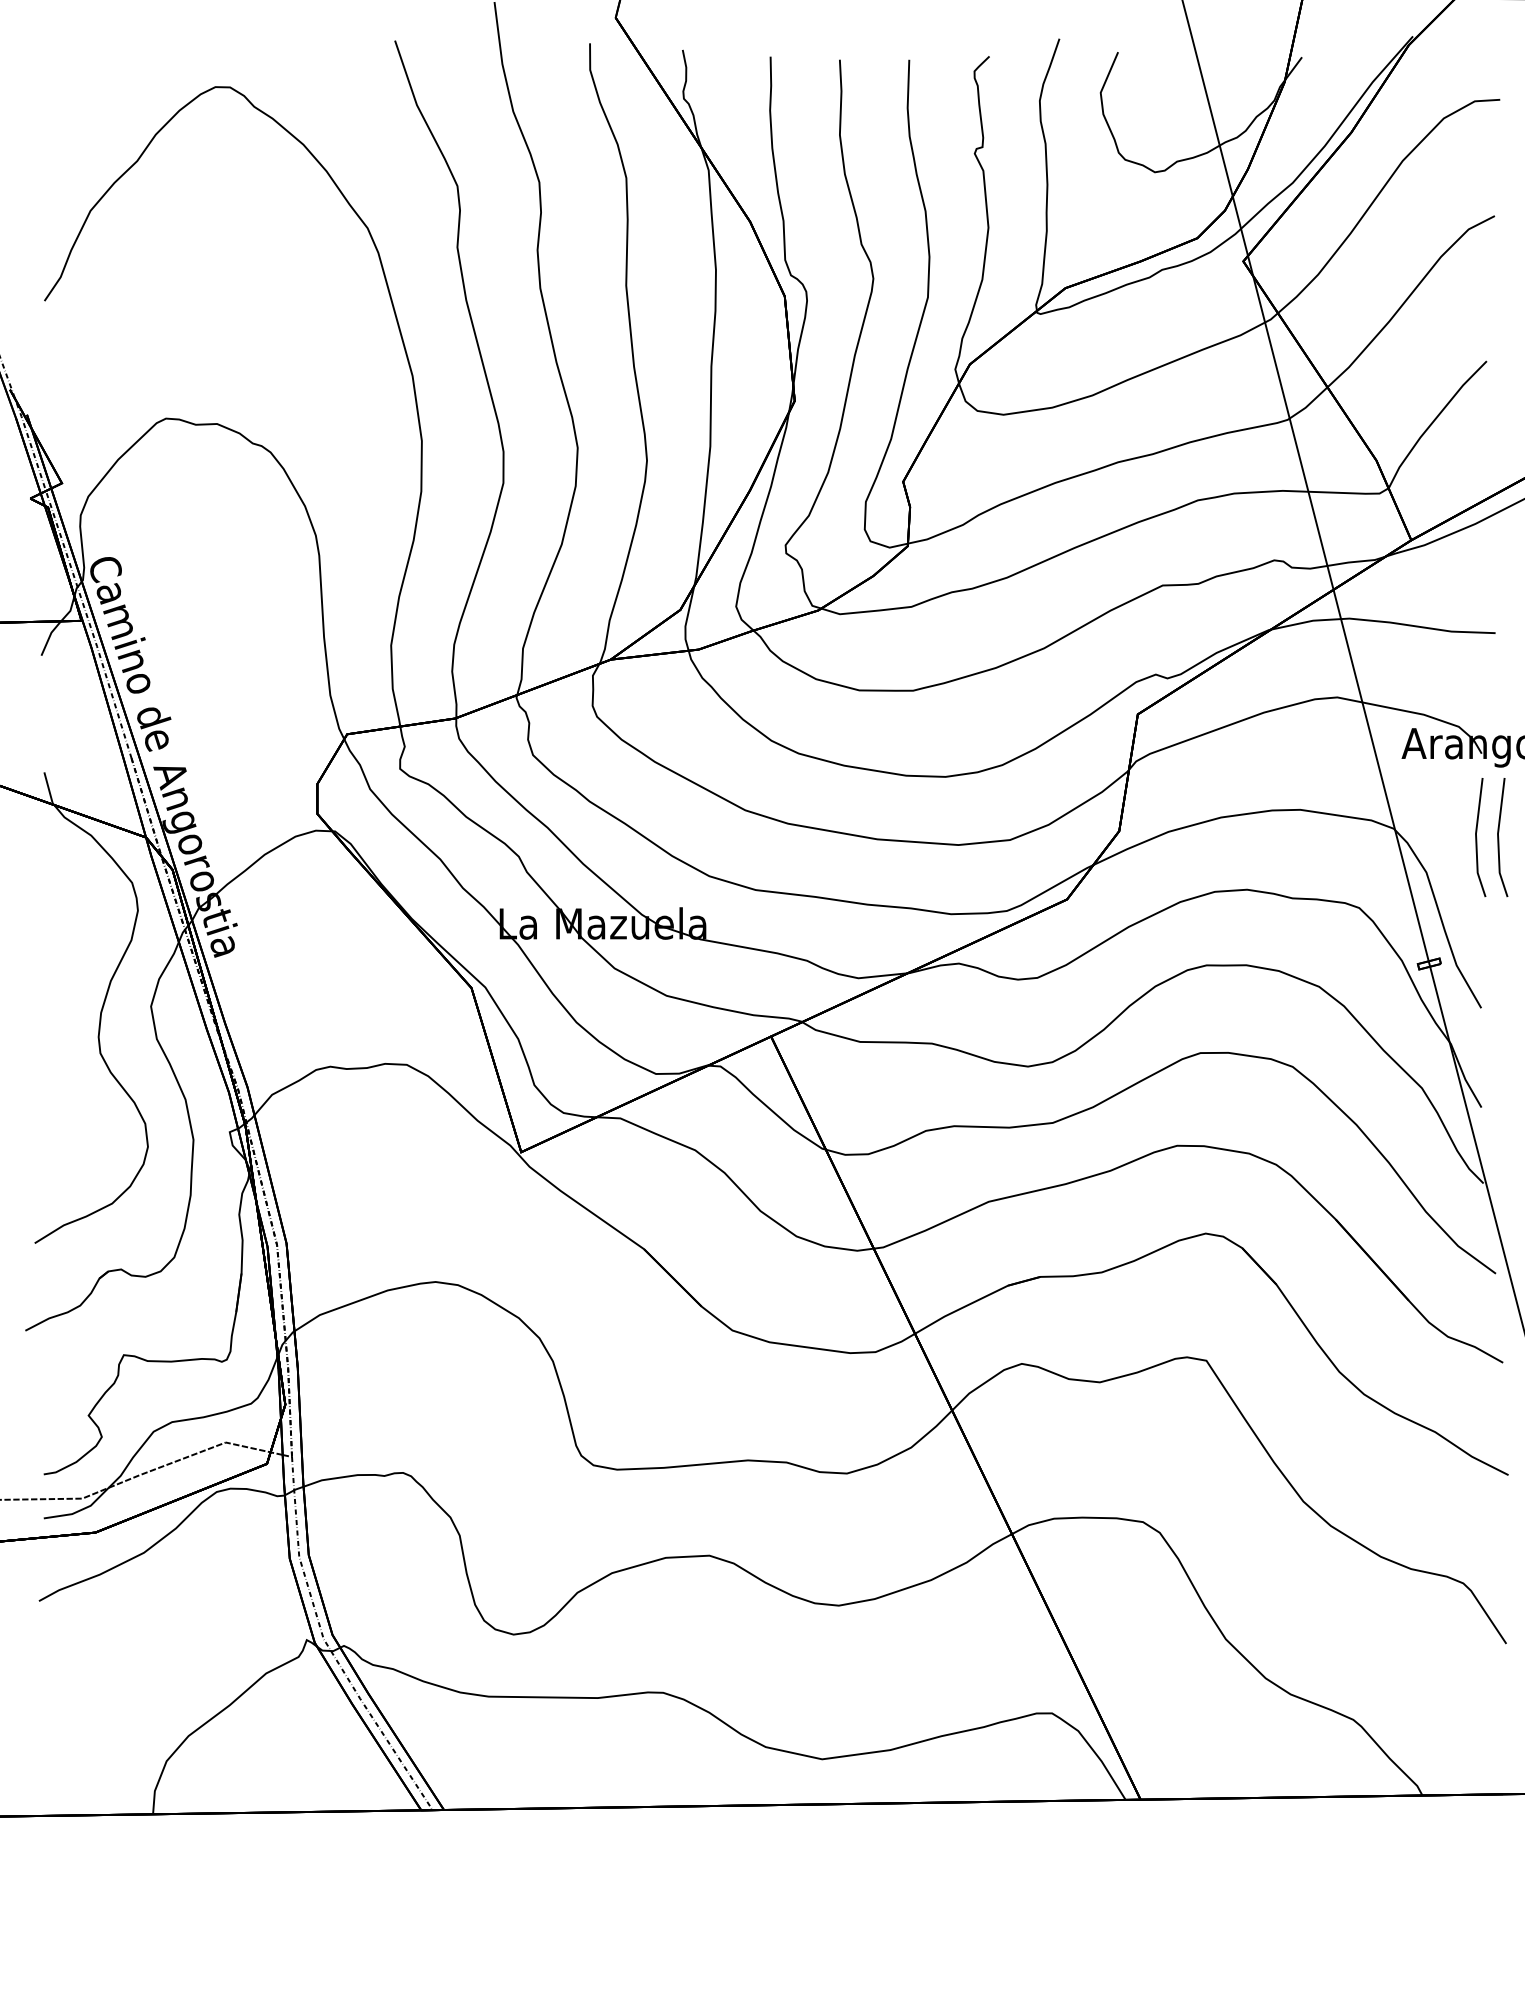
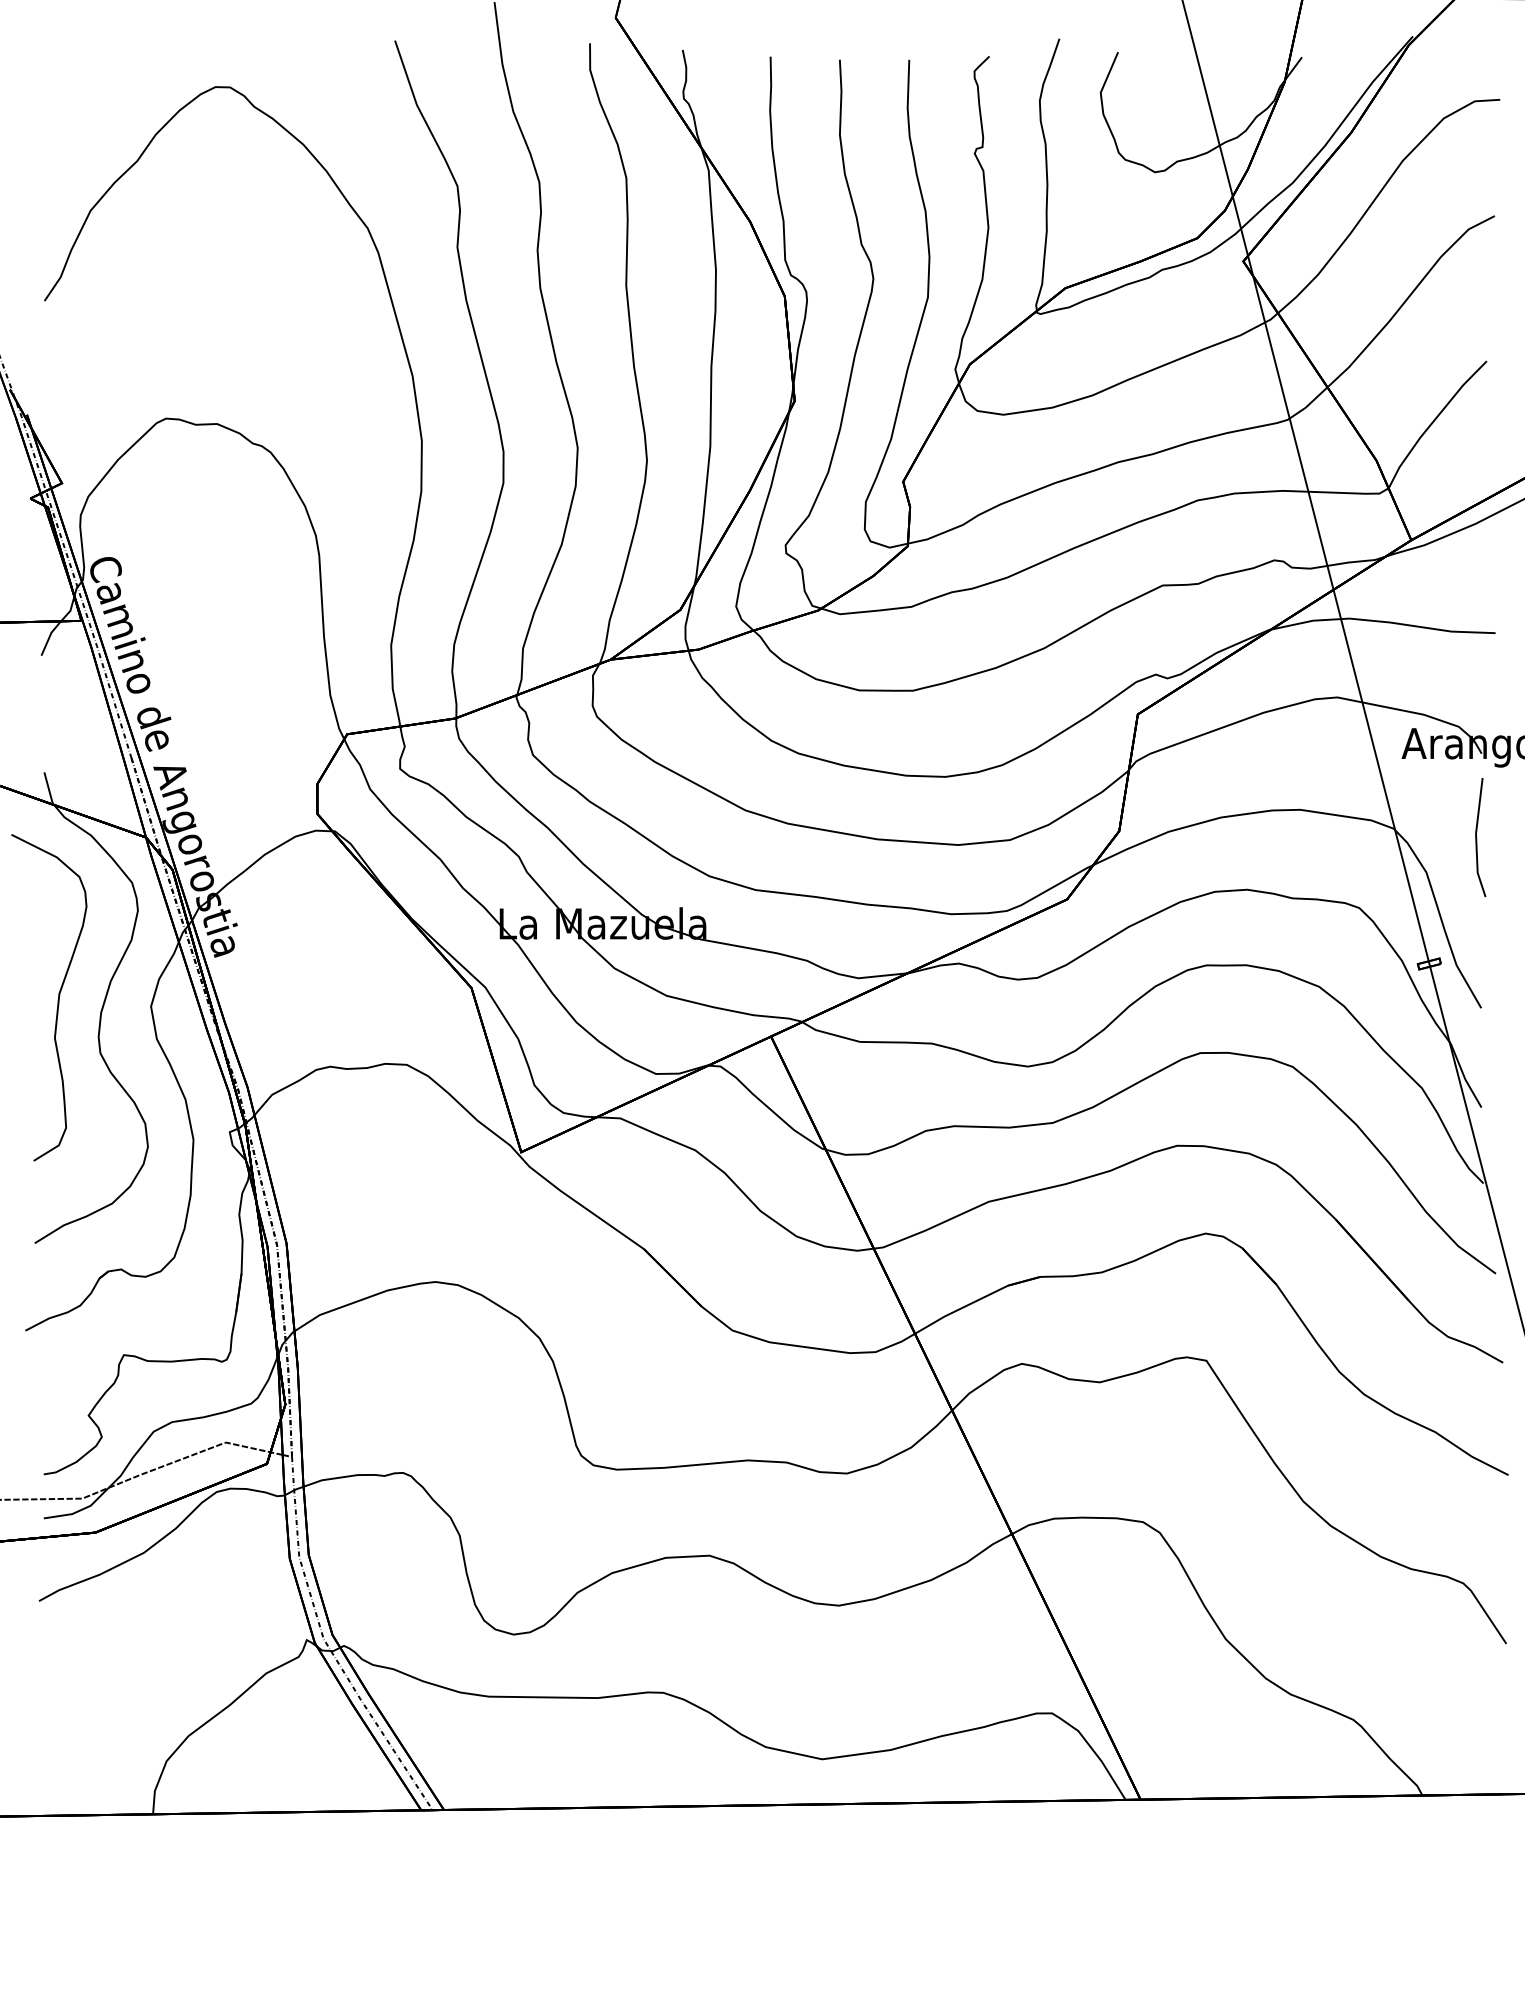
line at (1499, 837): present -> none
curve at (57, 999): none -> present
